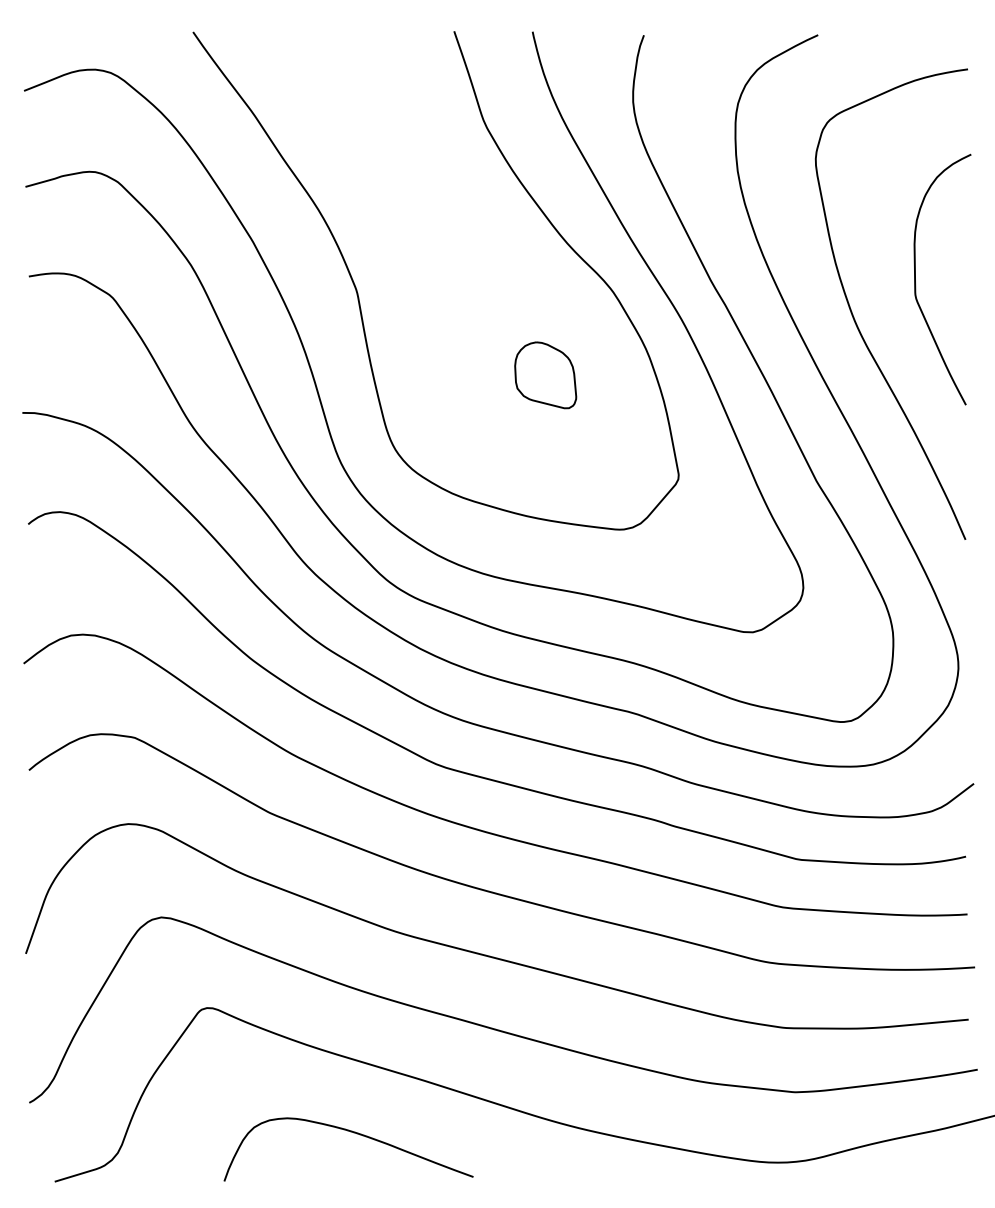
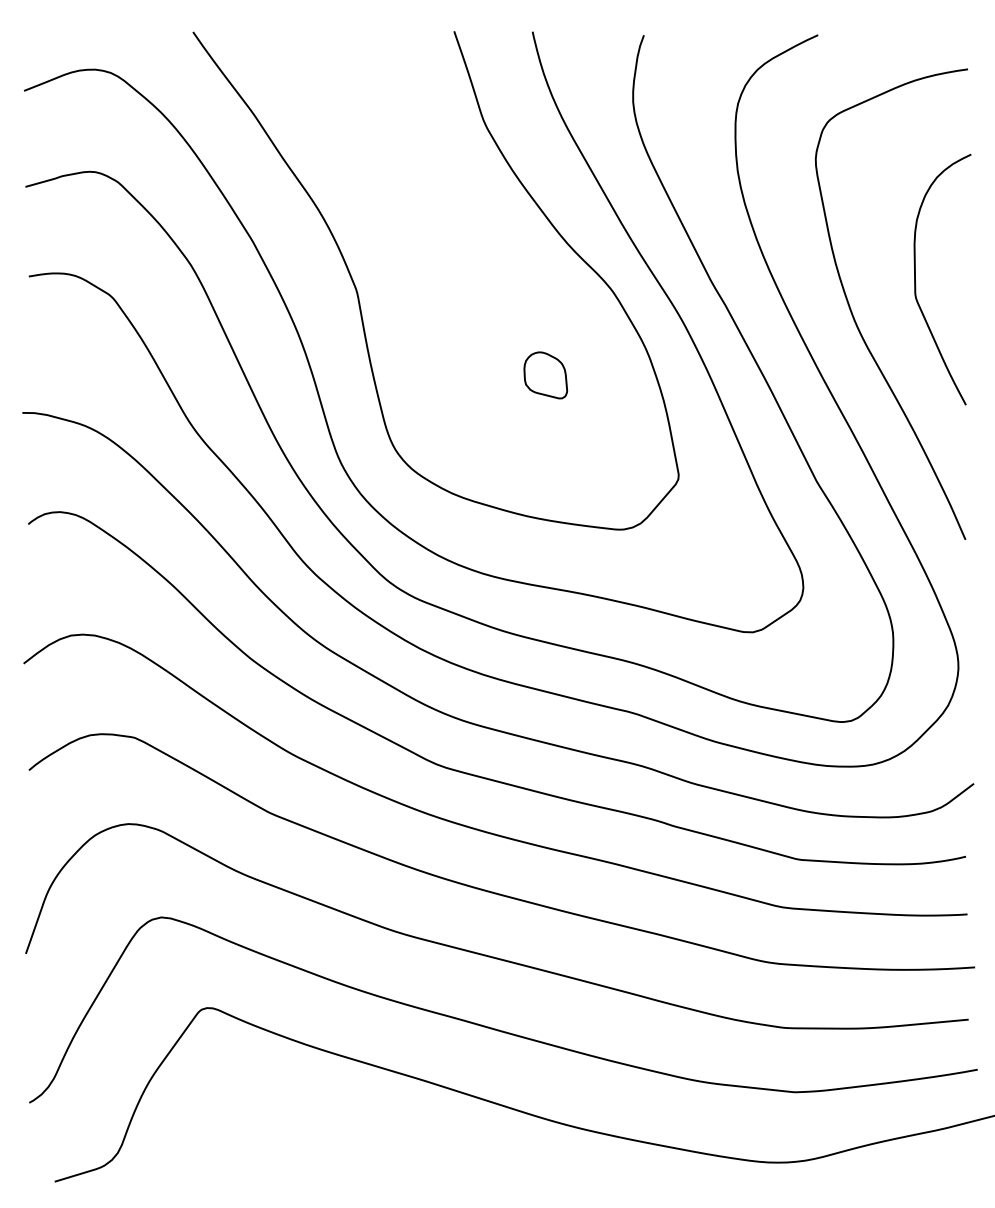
part at (545, 375) size: 64x69 px -> 46x49 px
curve at (353, 1133): present -> none
